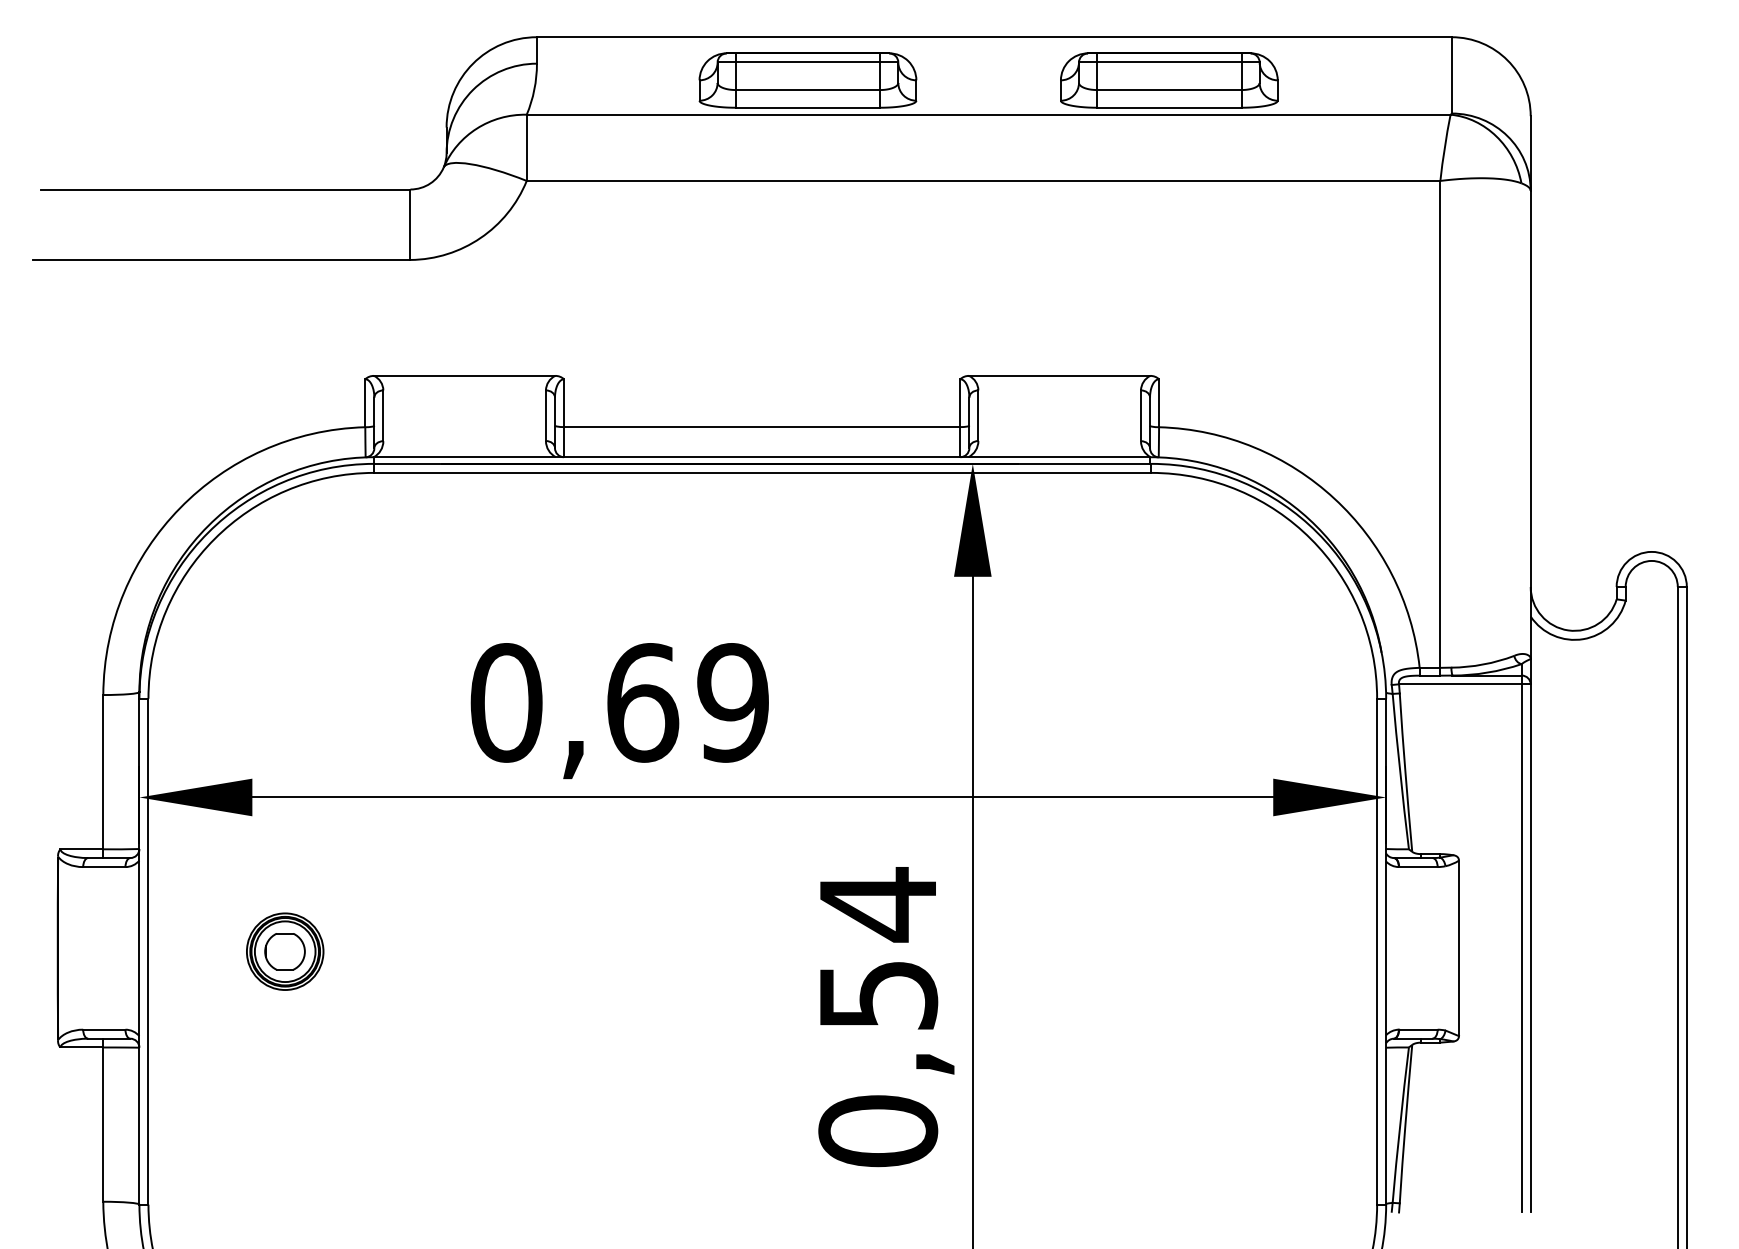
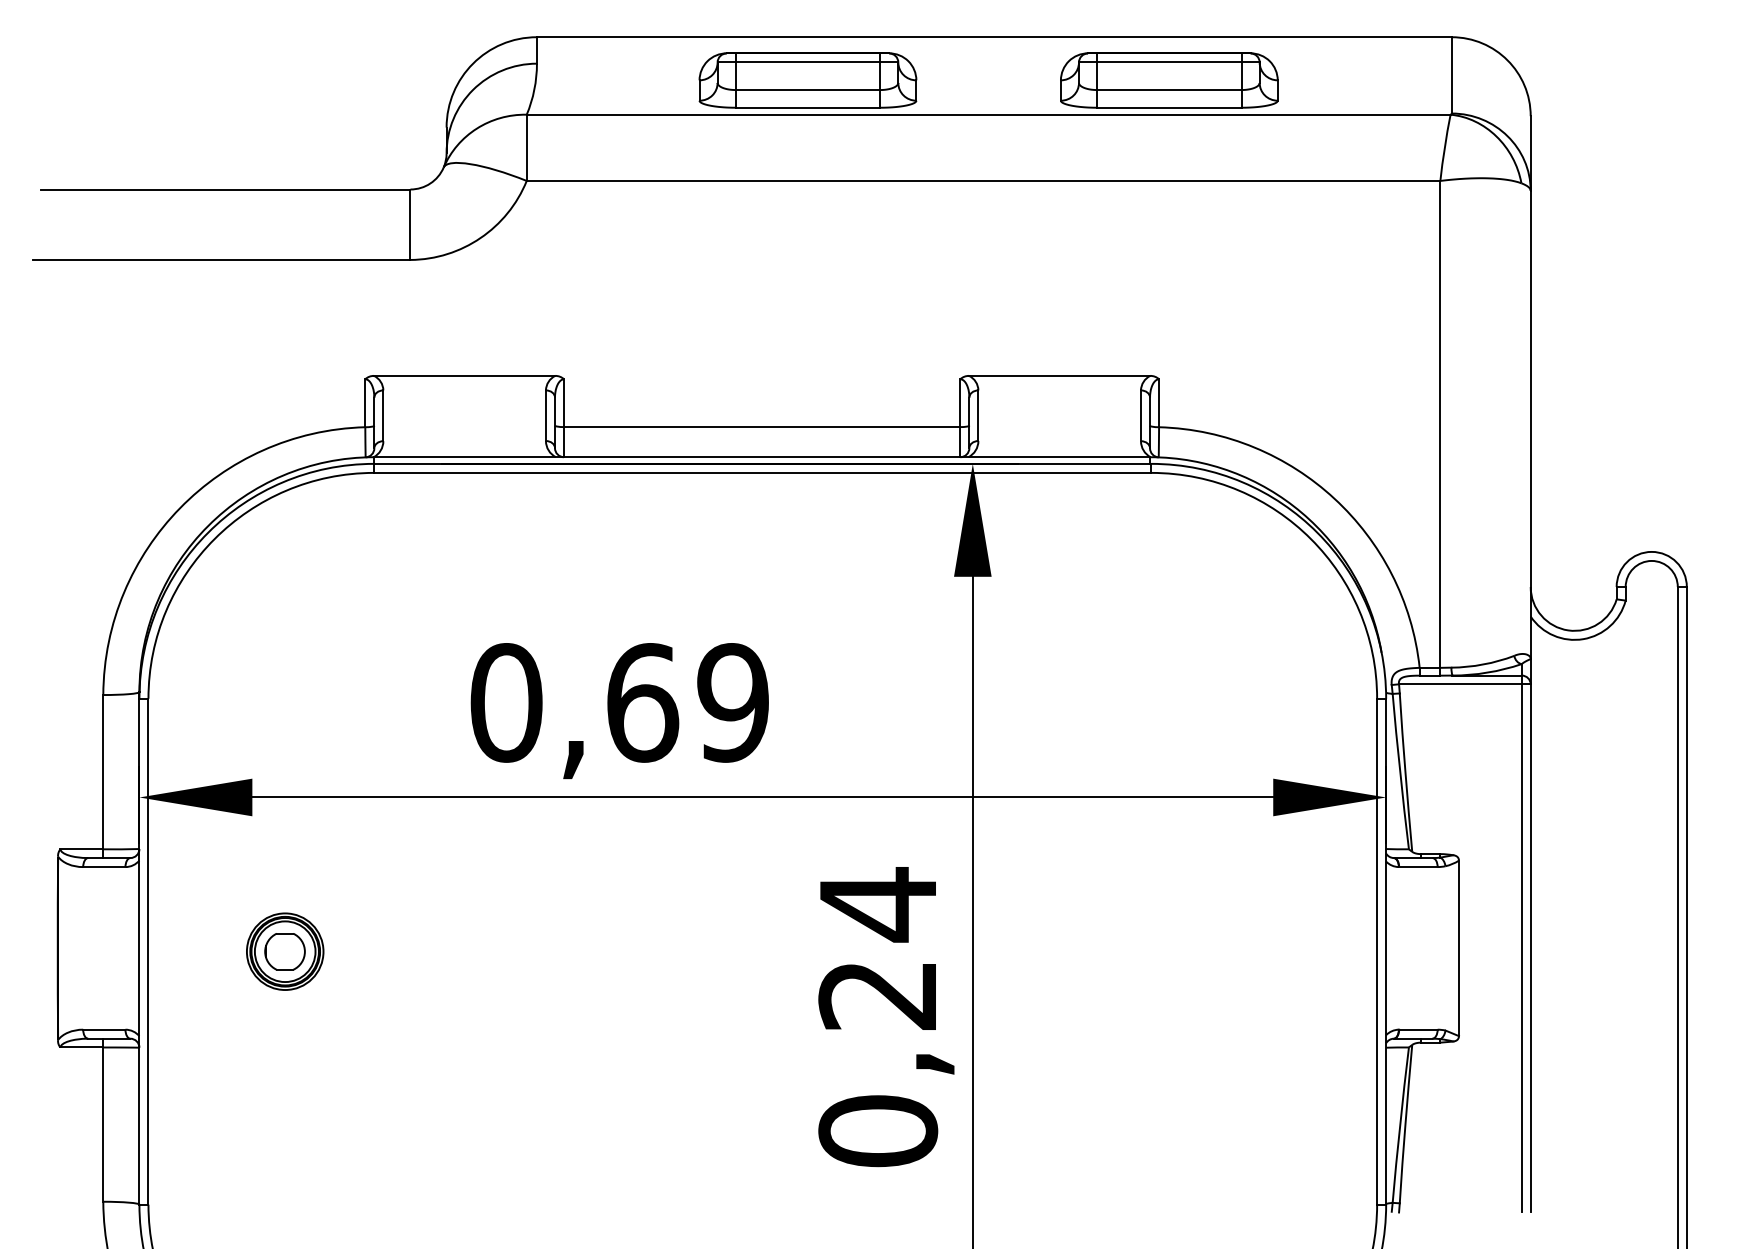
text at (878, 995): 0,54 -> 0,24
